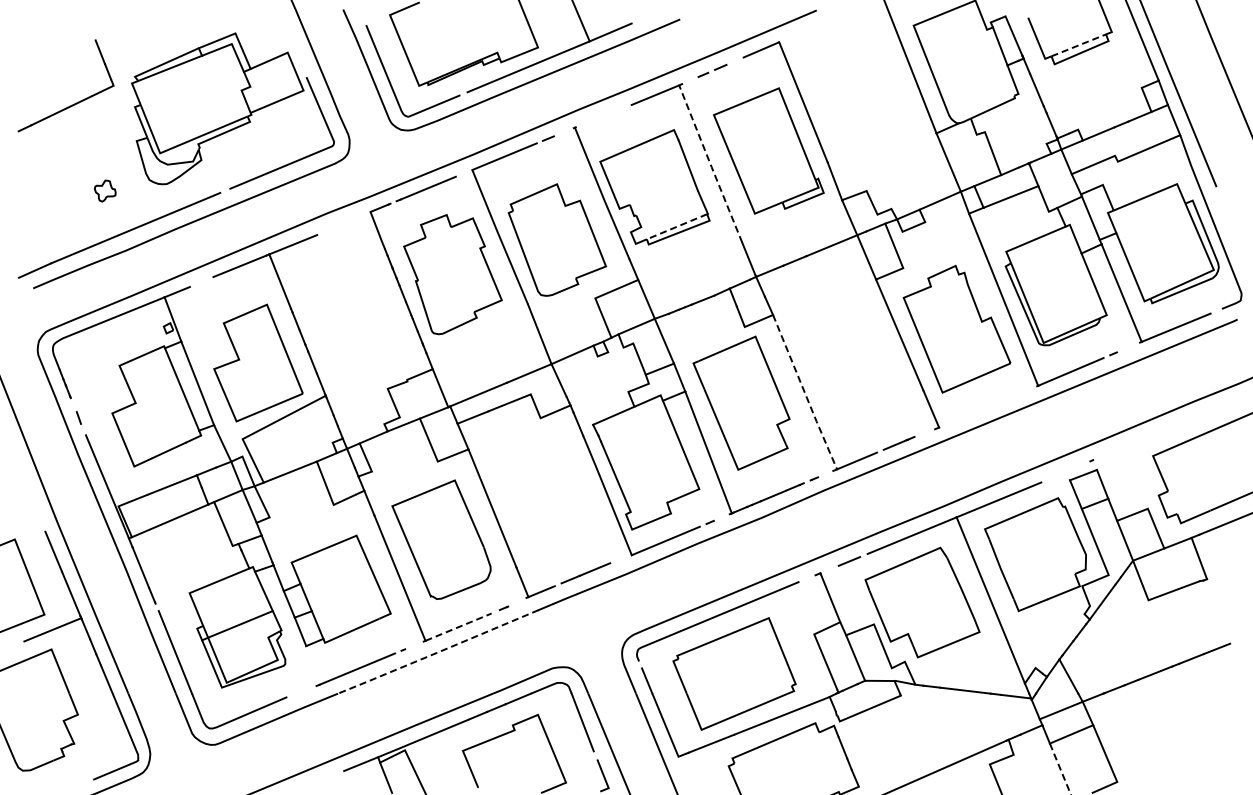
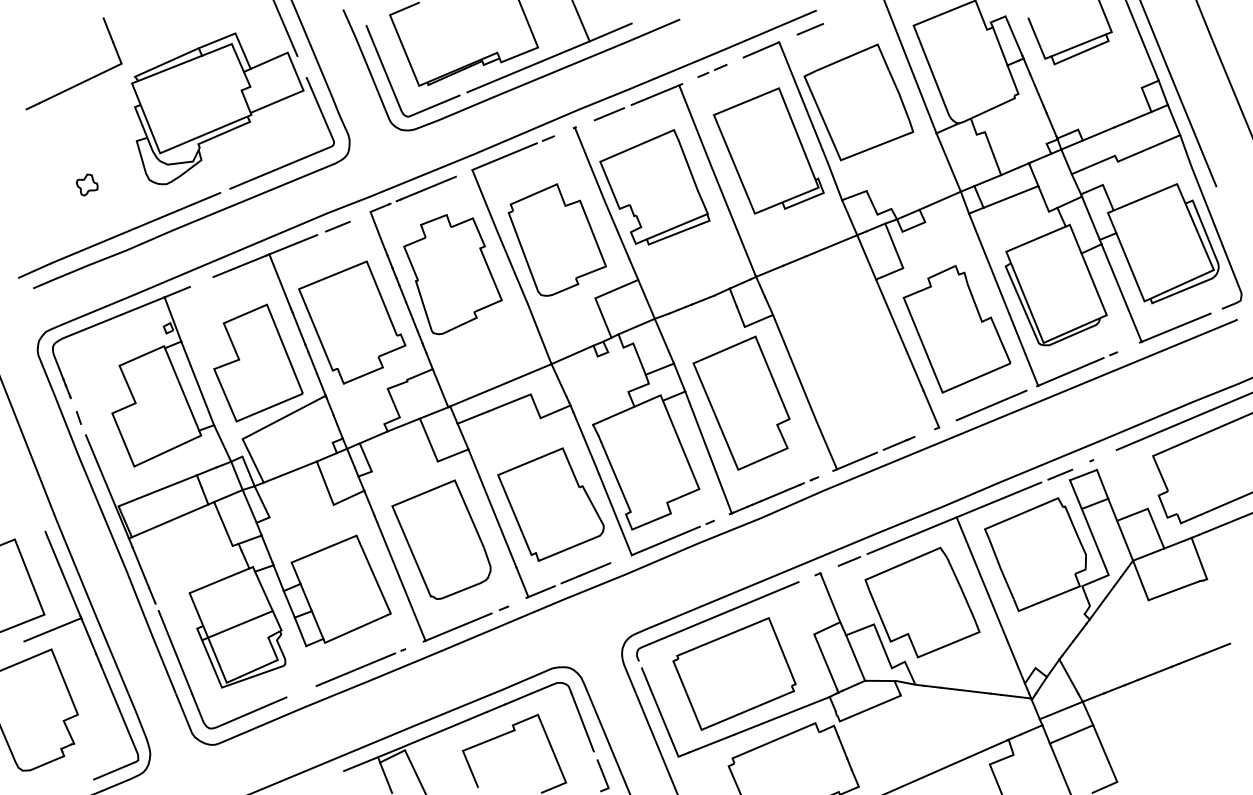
line at (285, 29): none -> present
line at (810, 29): none -> present
line at (1079, 45): dashed -> solid
part at (858, 102): none -> present
part at (74, 103) position: (74, 103) -> (82, 81)
line at (608, 114): none -> present
line at (710, 164): dashed -> solid
part at (105, 190) position: (105, 190) -> (87, 184)
line at (337, 226): none -> present
line at (677, 226): dashed -> solid
part at (352, 322): none -> present
line at (805, 393): dashed -> solid
line at (991, 405): none -> present
line at (1182, 421): none -> present
line at (1060, 474): none -> present
part at (550, 504): none -> present
line at (458, 627): dashed -> solid
line at (437, 652): dashed -> solid
line at (1060, 769): dashed -> solid
